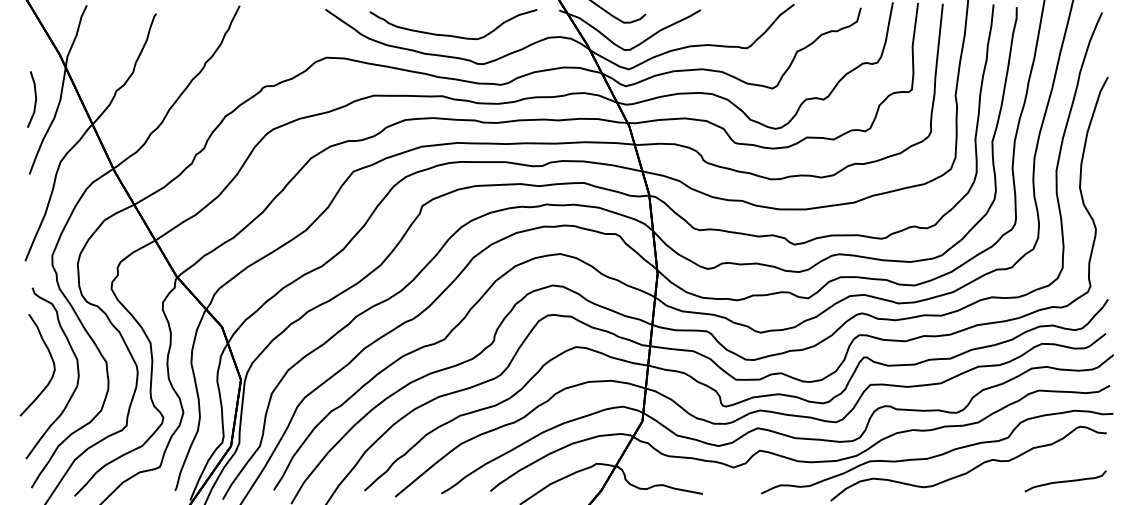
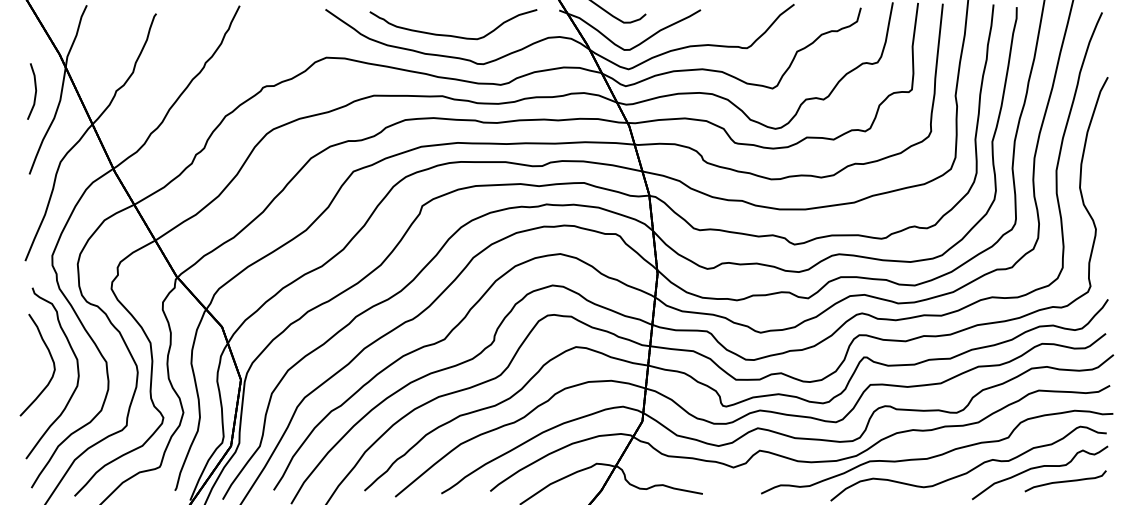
part at (32, 99) position: (32, 99) -> (32, 91)
part at (1040, 472): none -> present
